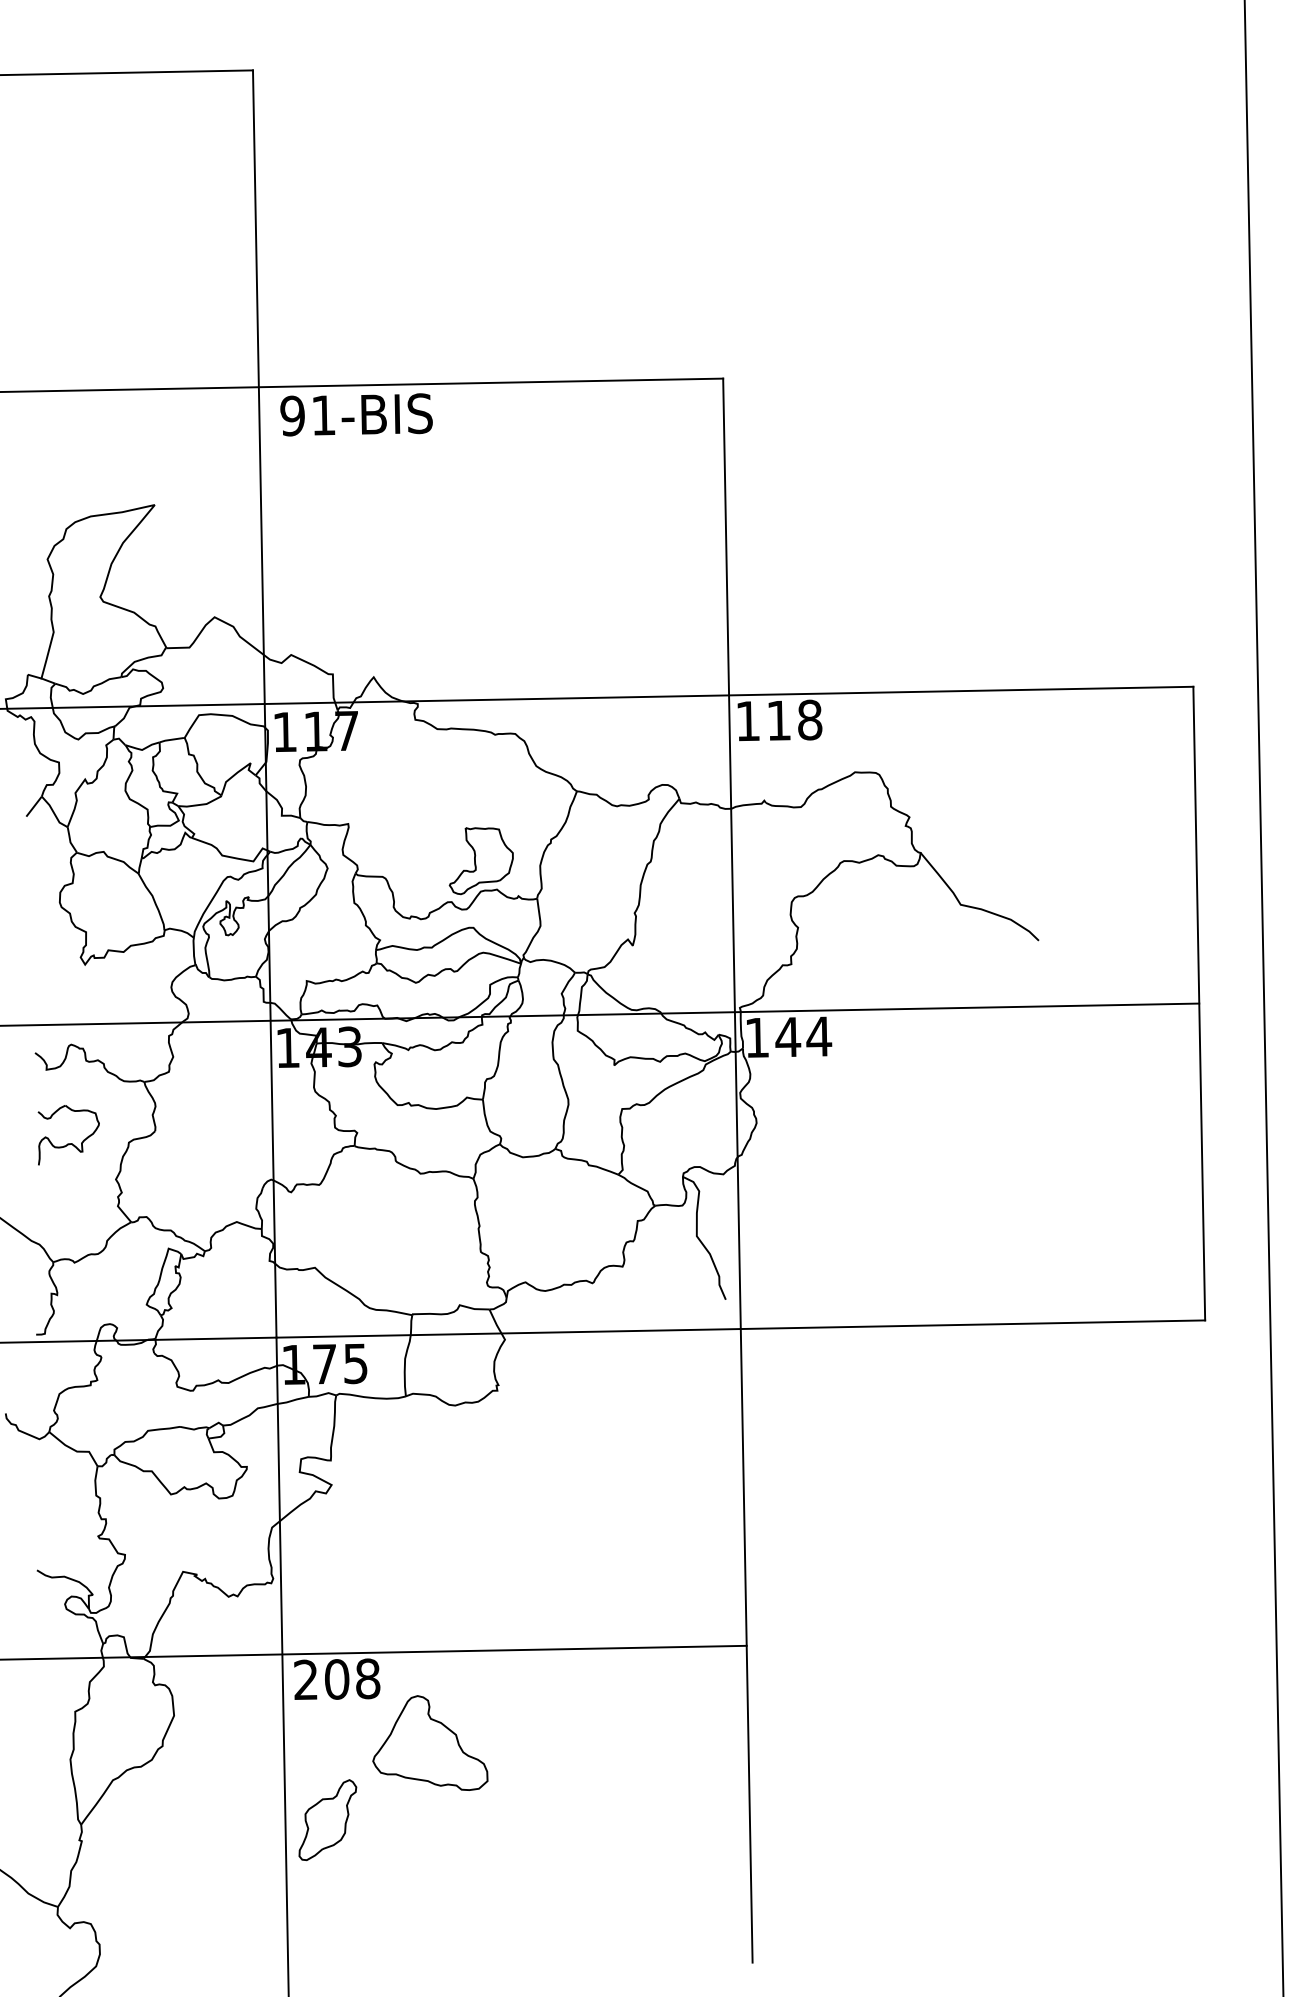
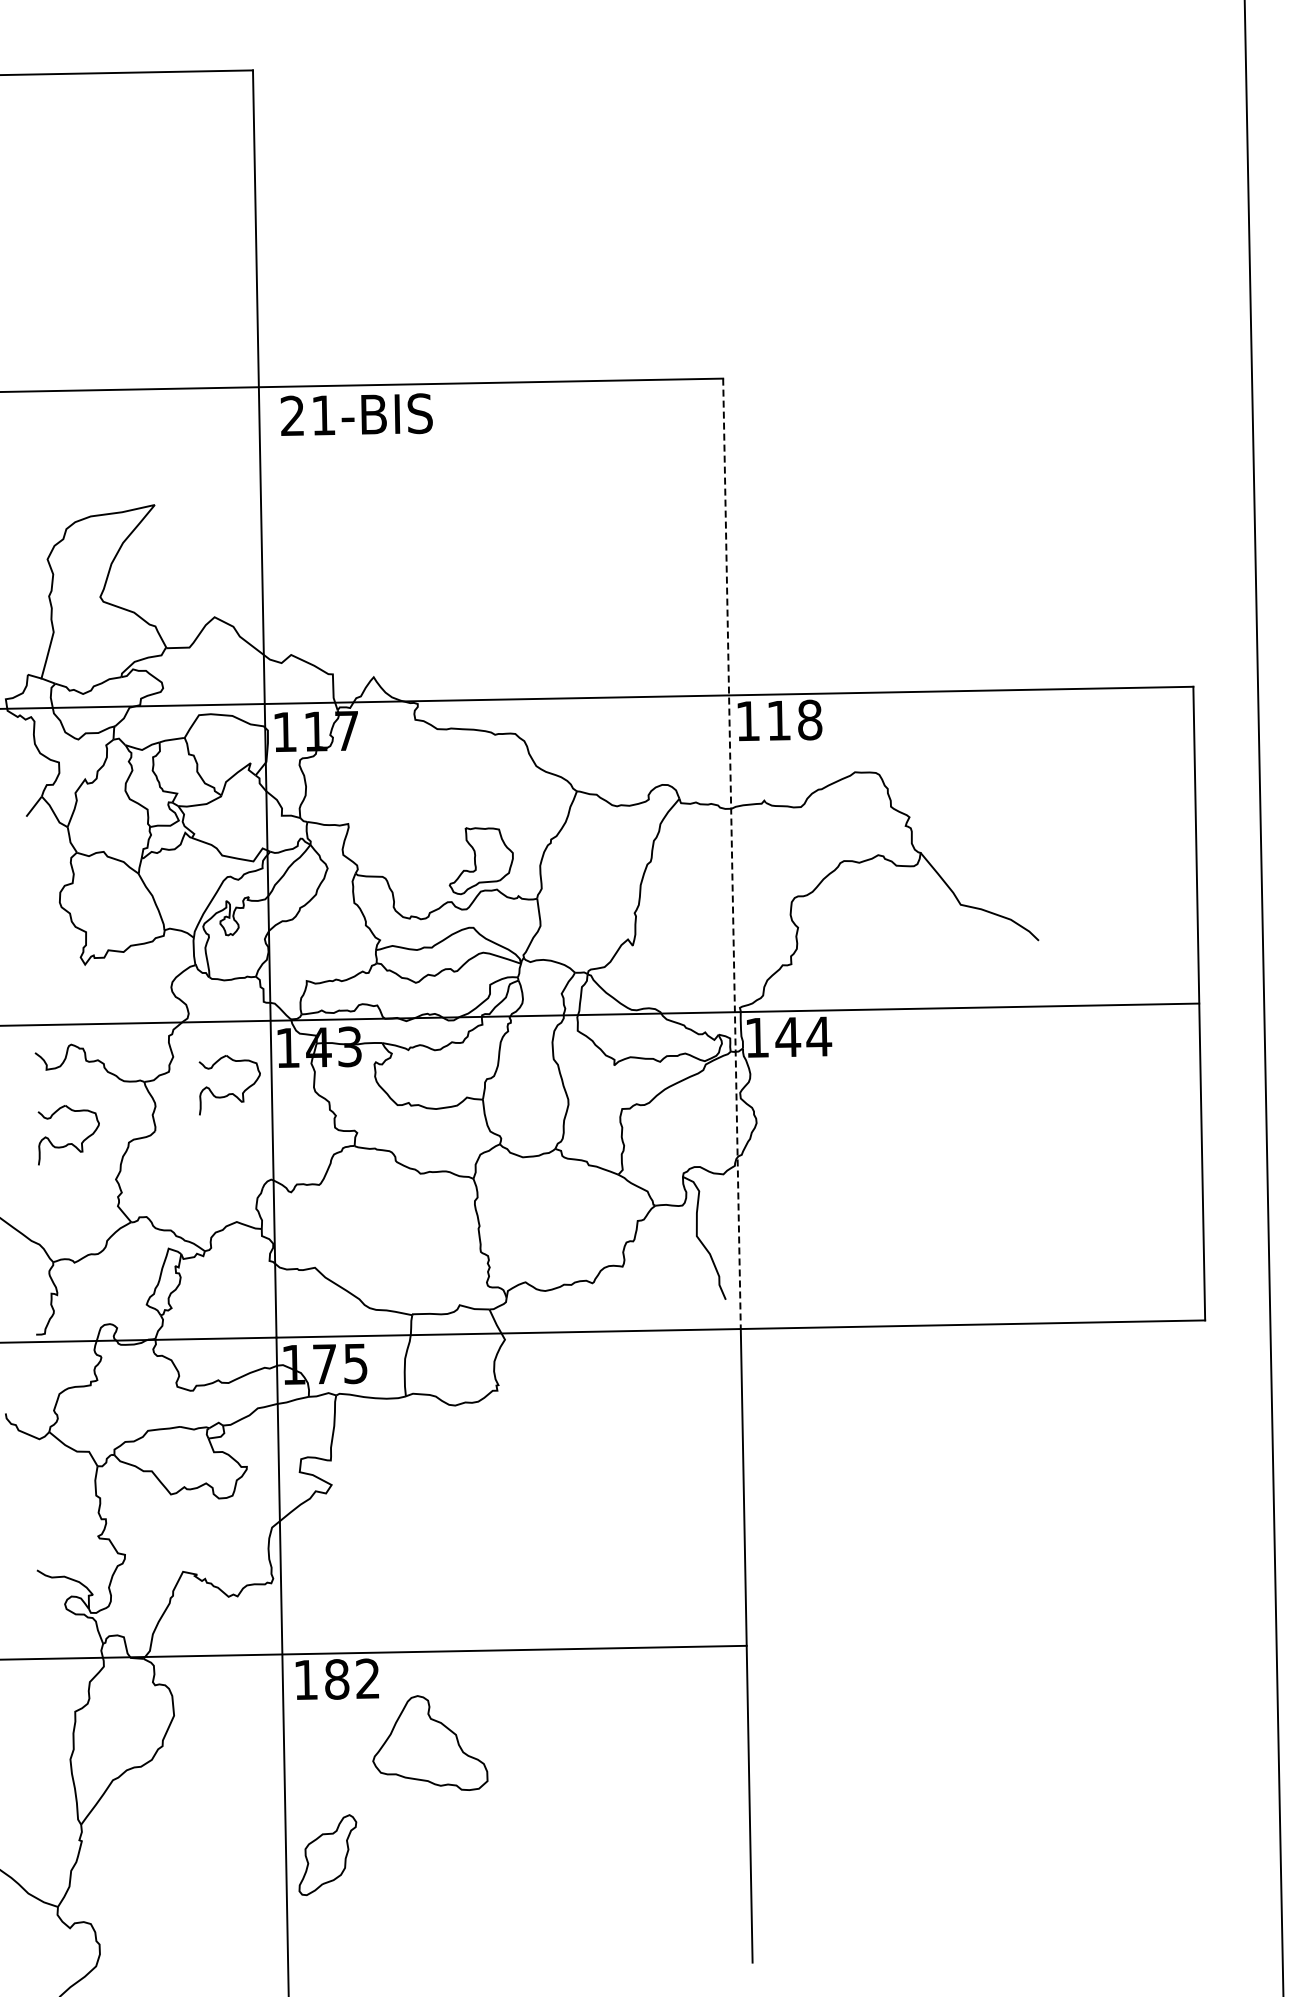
text at (292, 415): 91-BIS -> 21-BIS
line at (732, 854): solid -> dashed
part at (229, 1093): none -> present
text at (337, 1678): 208 -> 182
part at (327, 1820) position: (327, 1820) -> (327, 1855)
